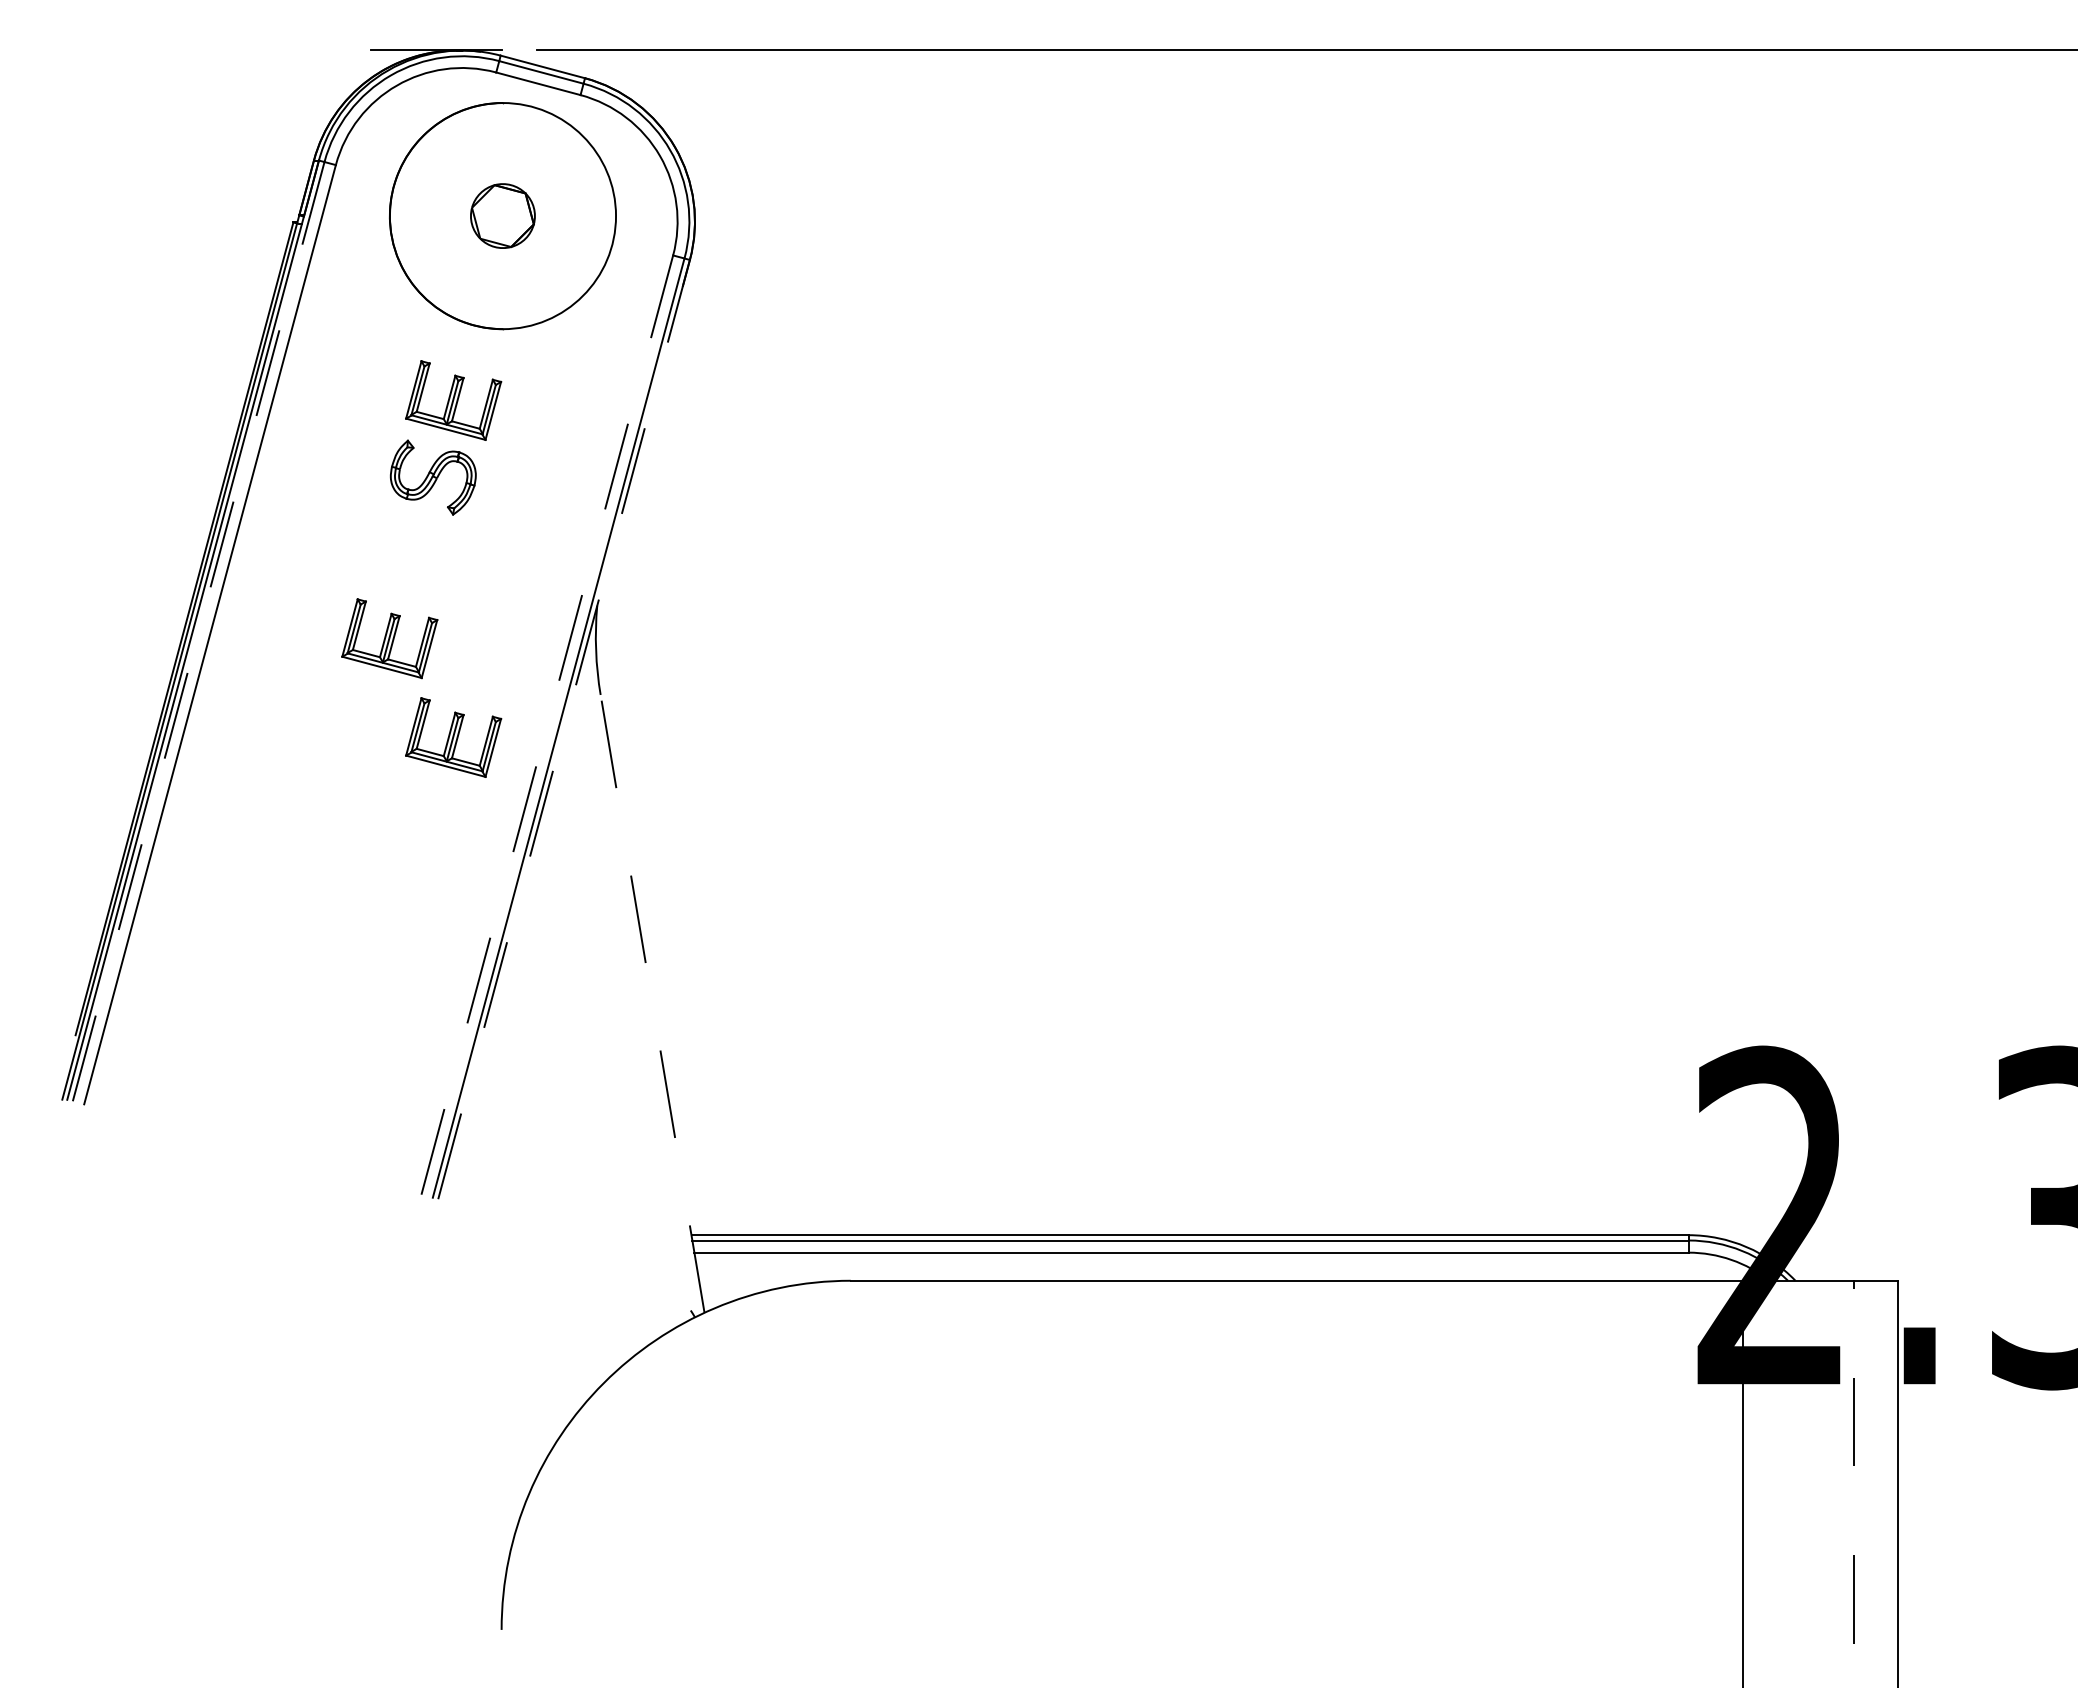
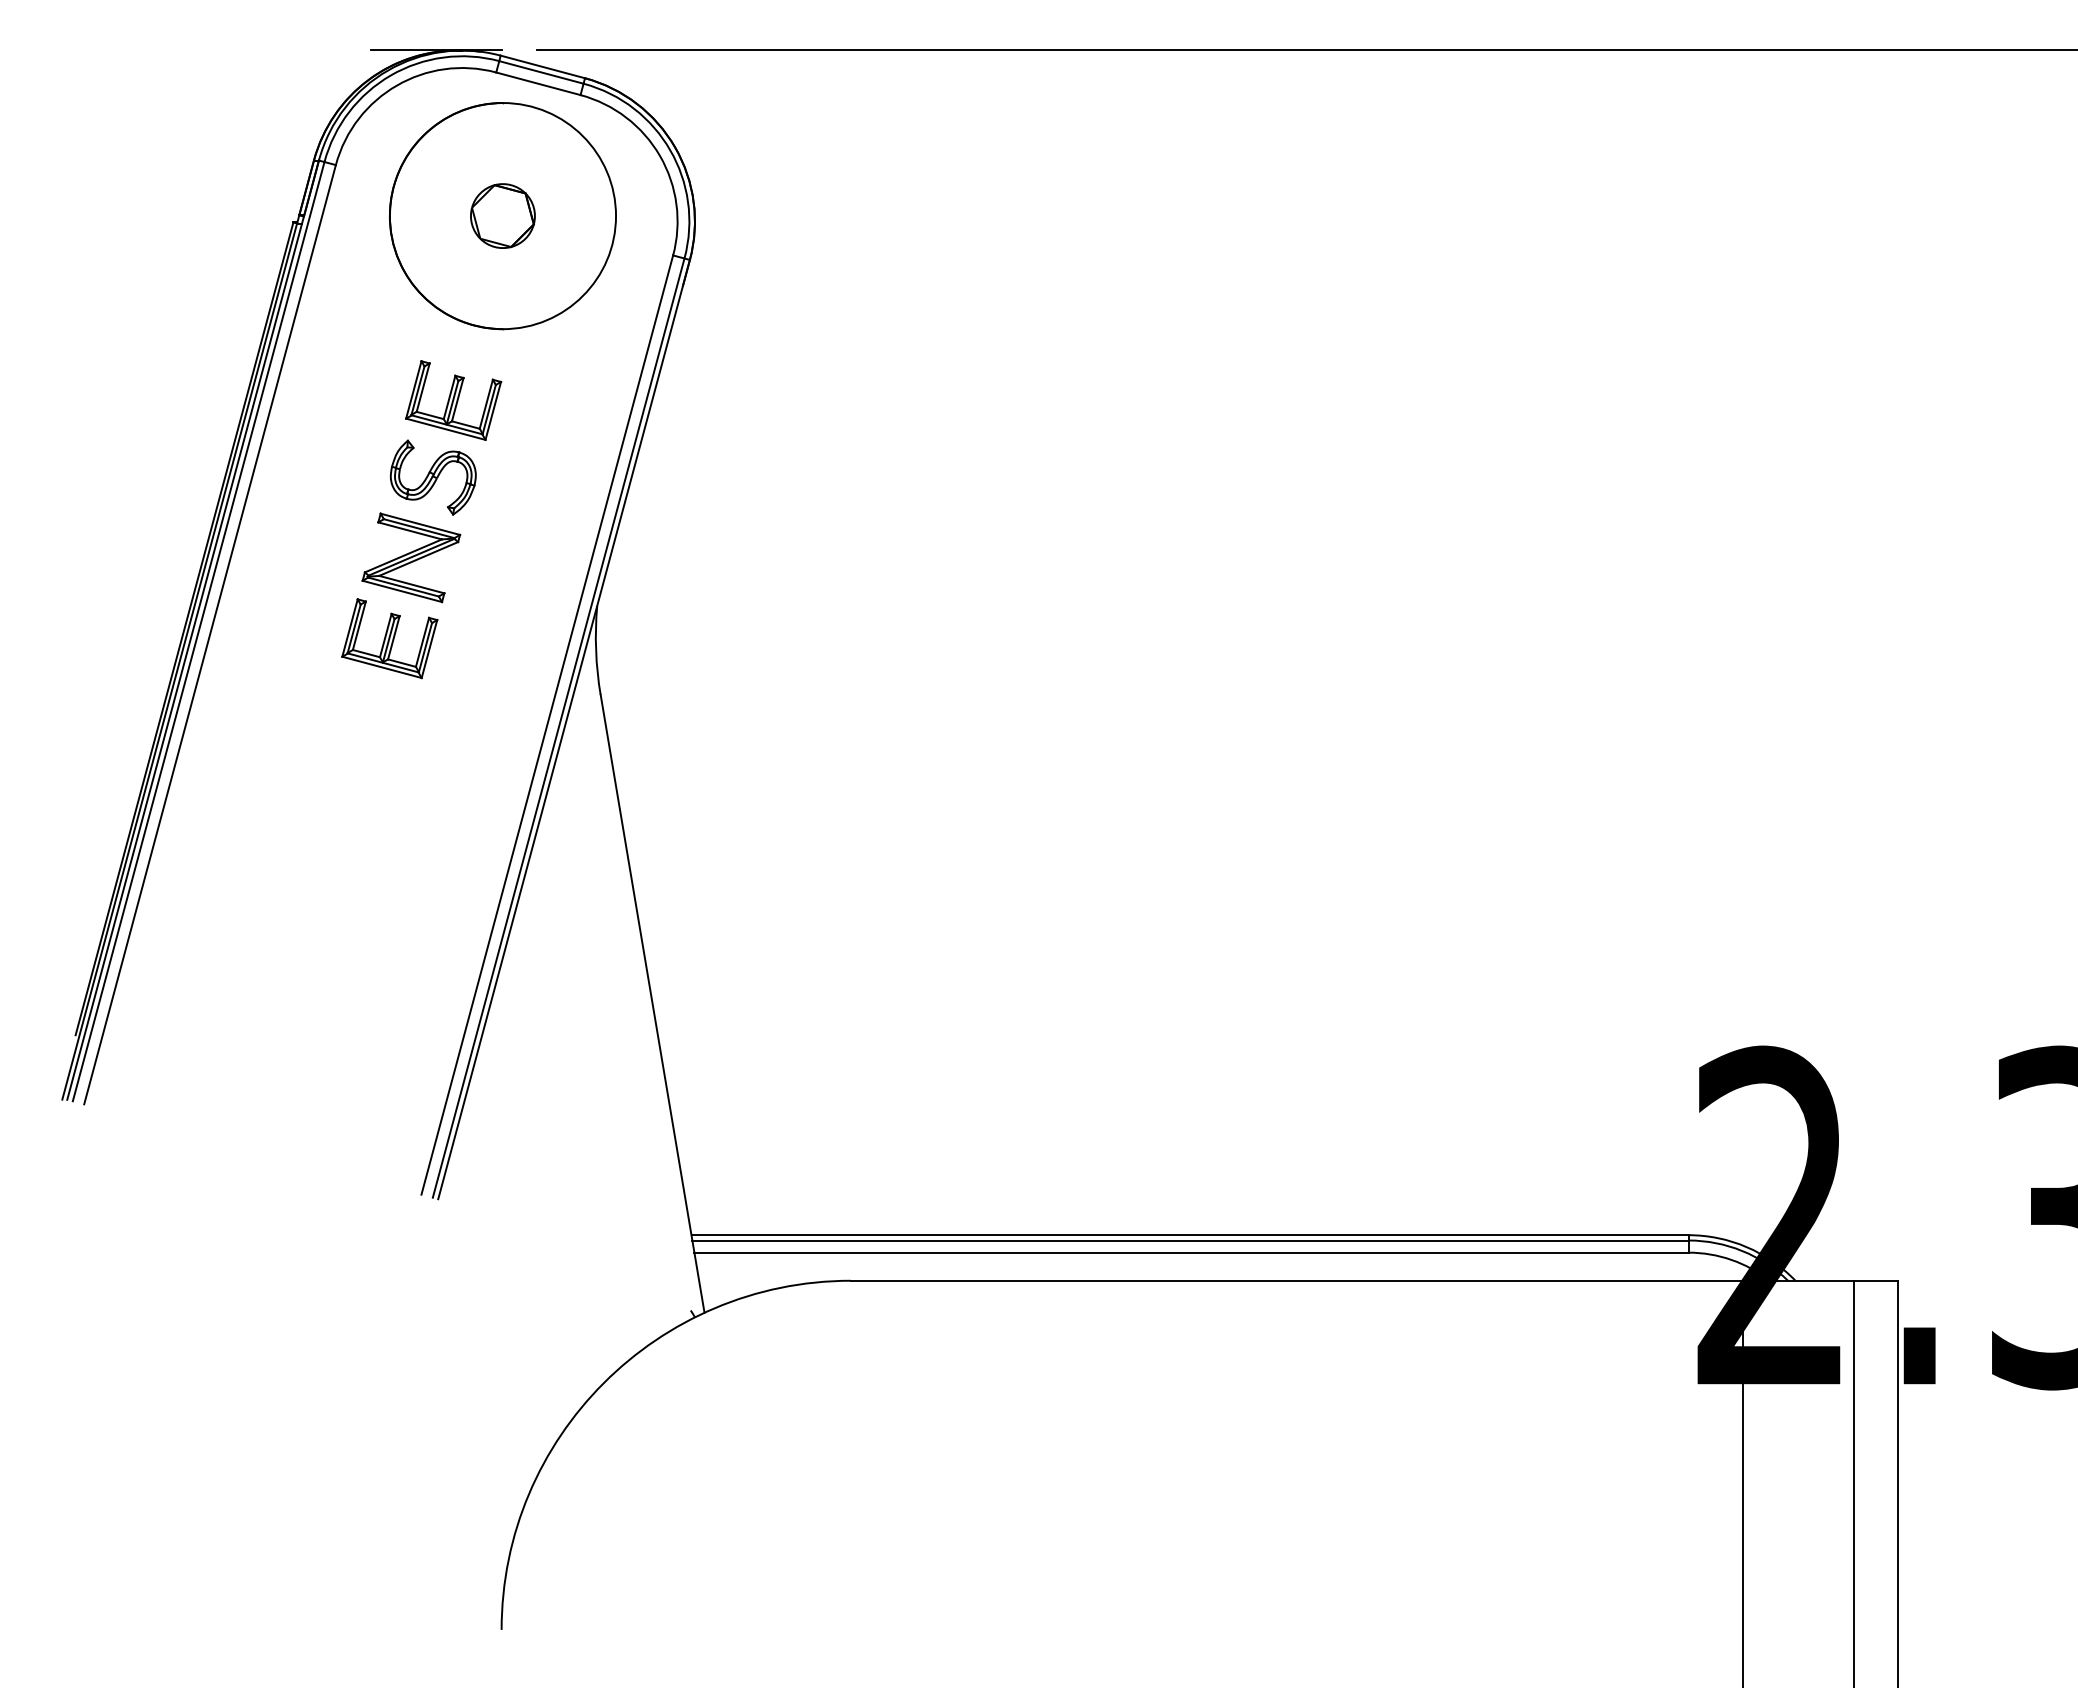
part at (411, 557): none -> present
line at (198, 631): dashed -> solid
line at (547, 724): dashed -> solid
line at (564, 729): dashed -> solid
part at (453, 737): present -> none
line at (652, 1003): dashed -> solid
line at (1853, 1483): dashed -> solid
